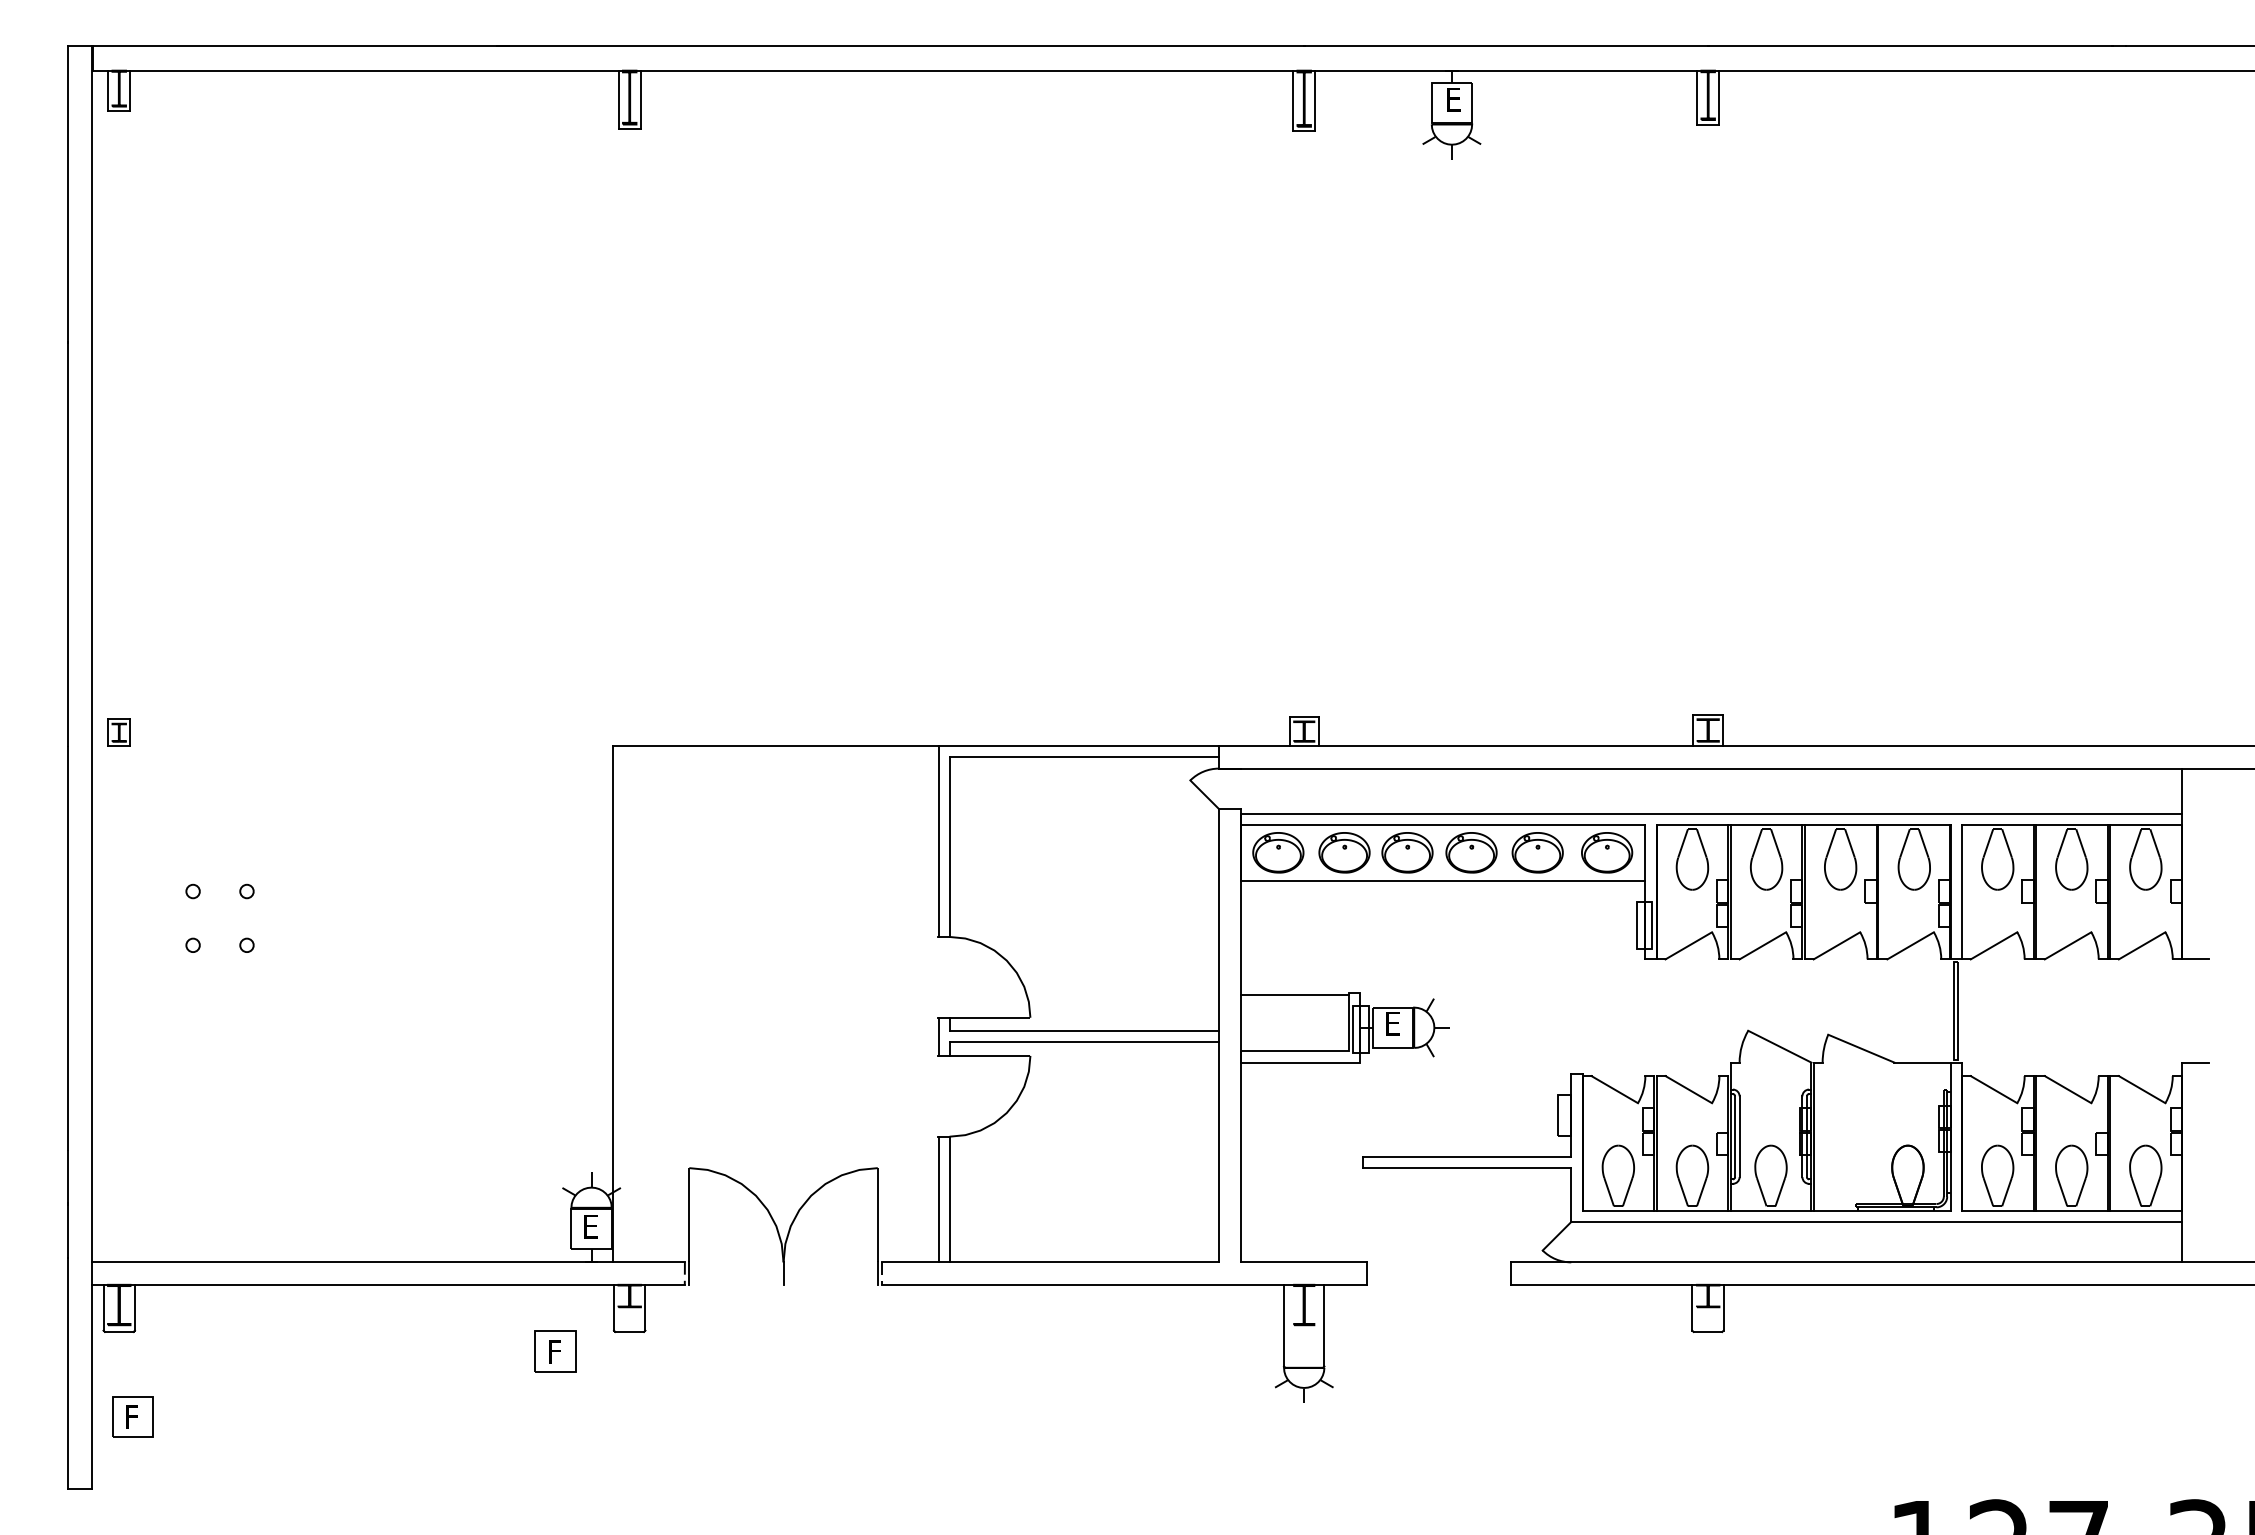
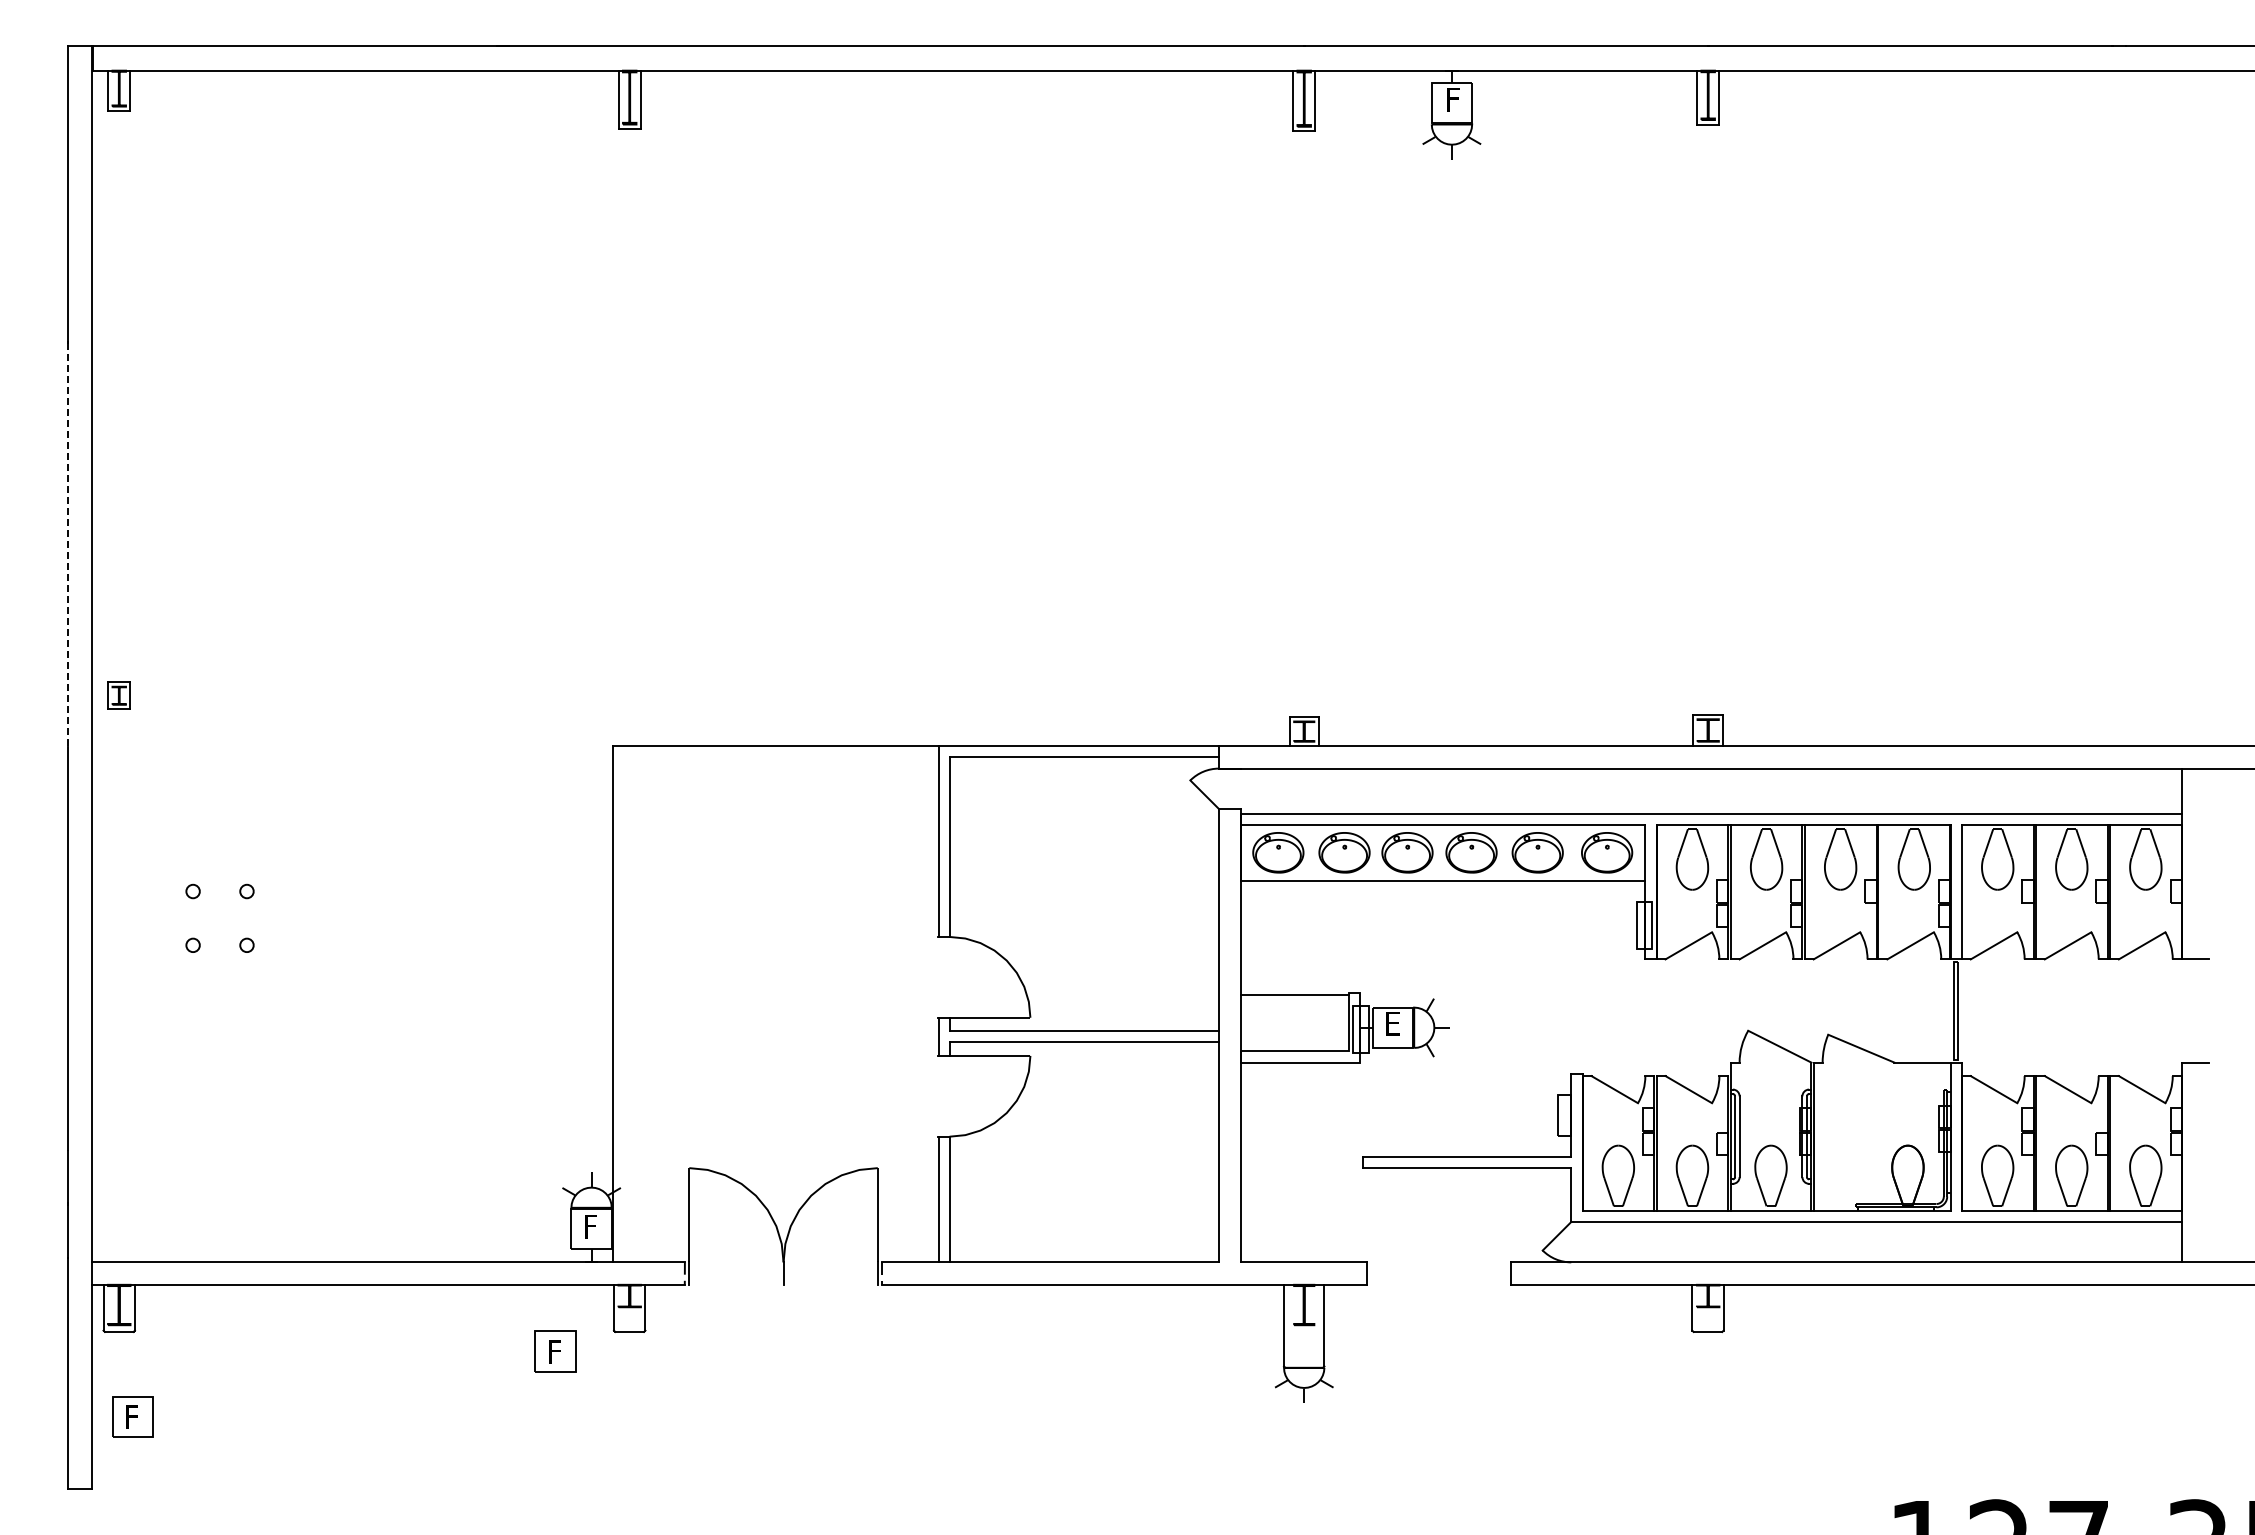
text at (1455, 104): E -> F
line at (67, 543): solid -> dashed
part at (118, 732) position: (118, 732) -> (118, 695)
text at (590, 1226): E -> F
